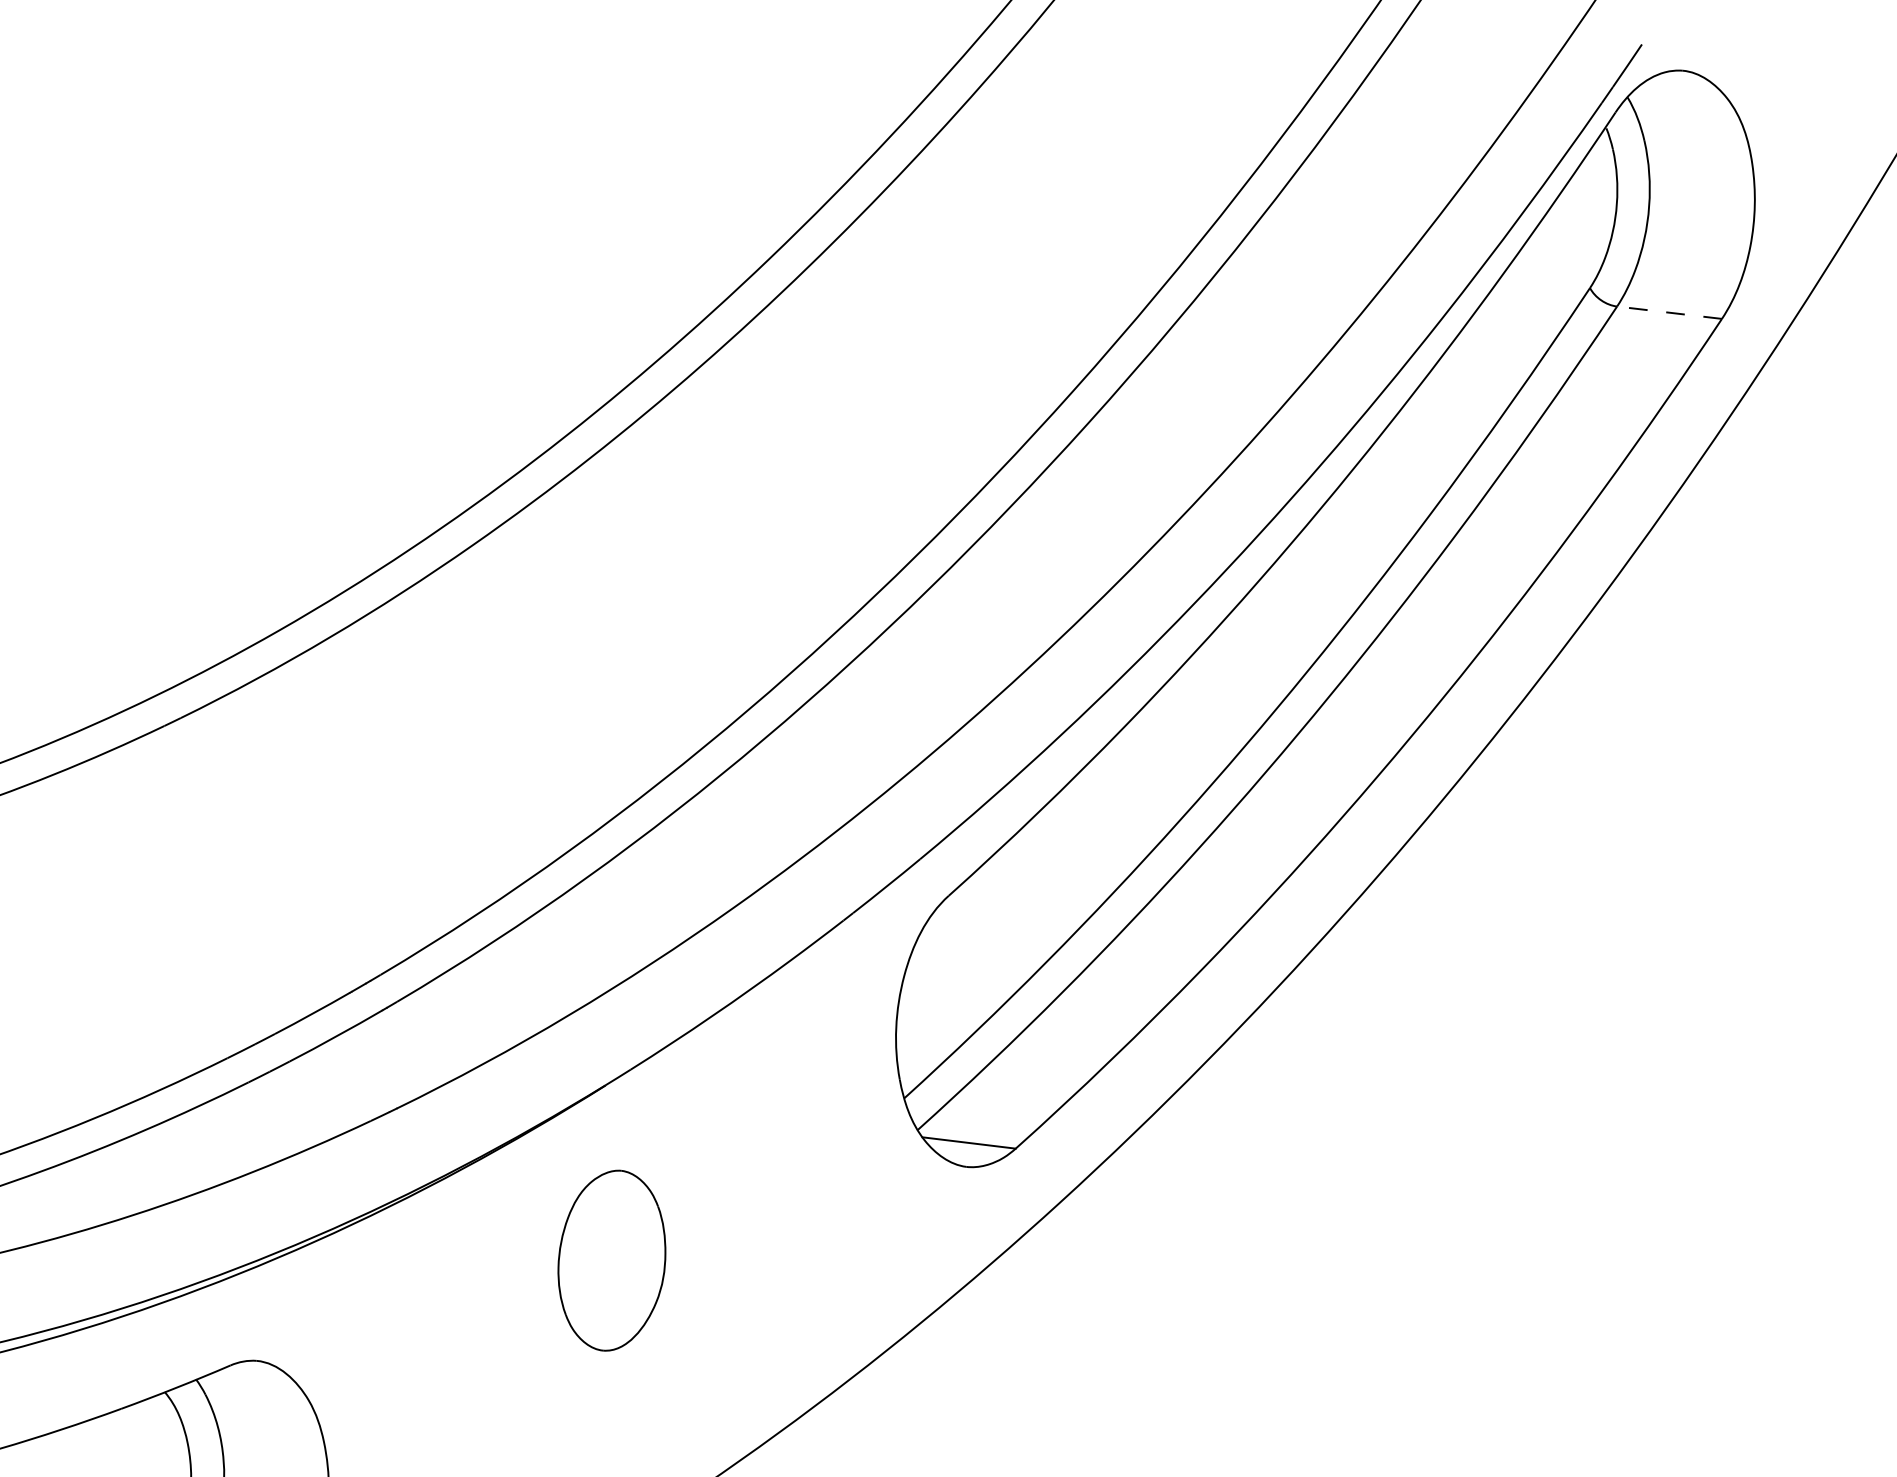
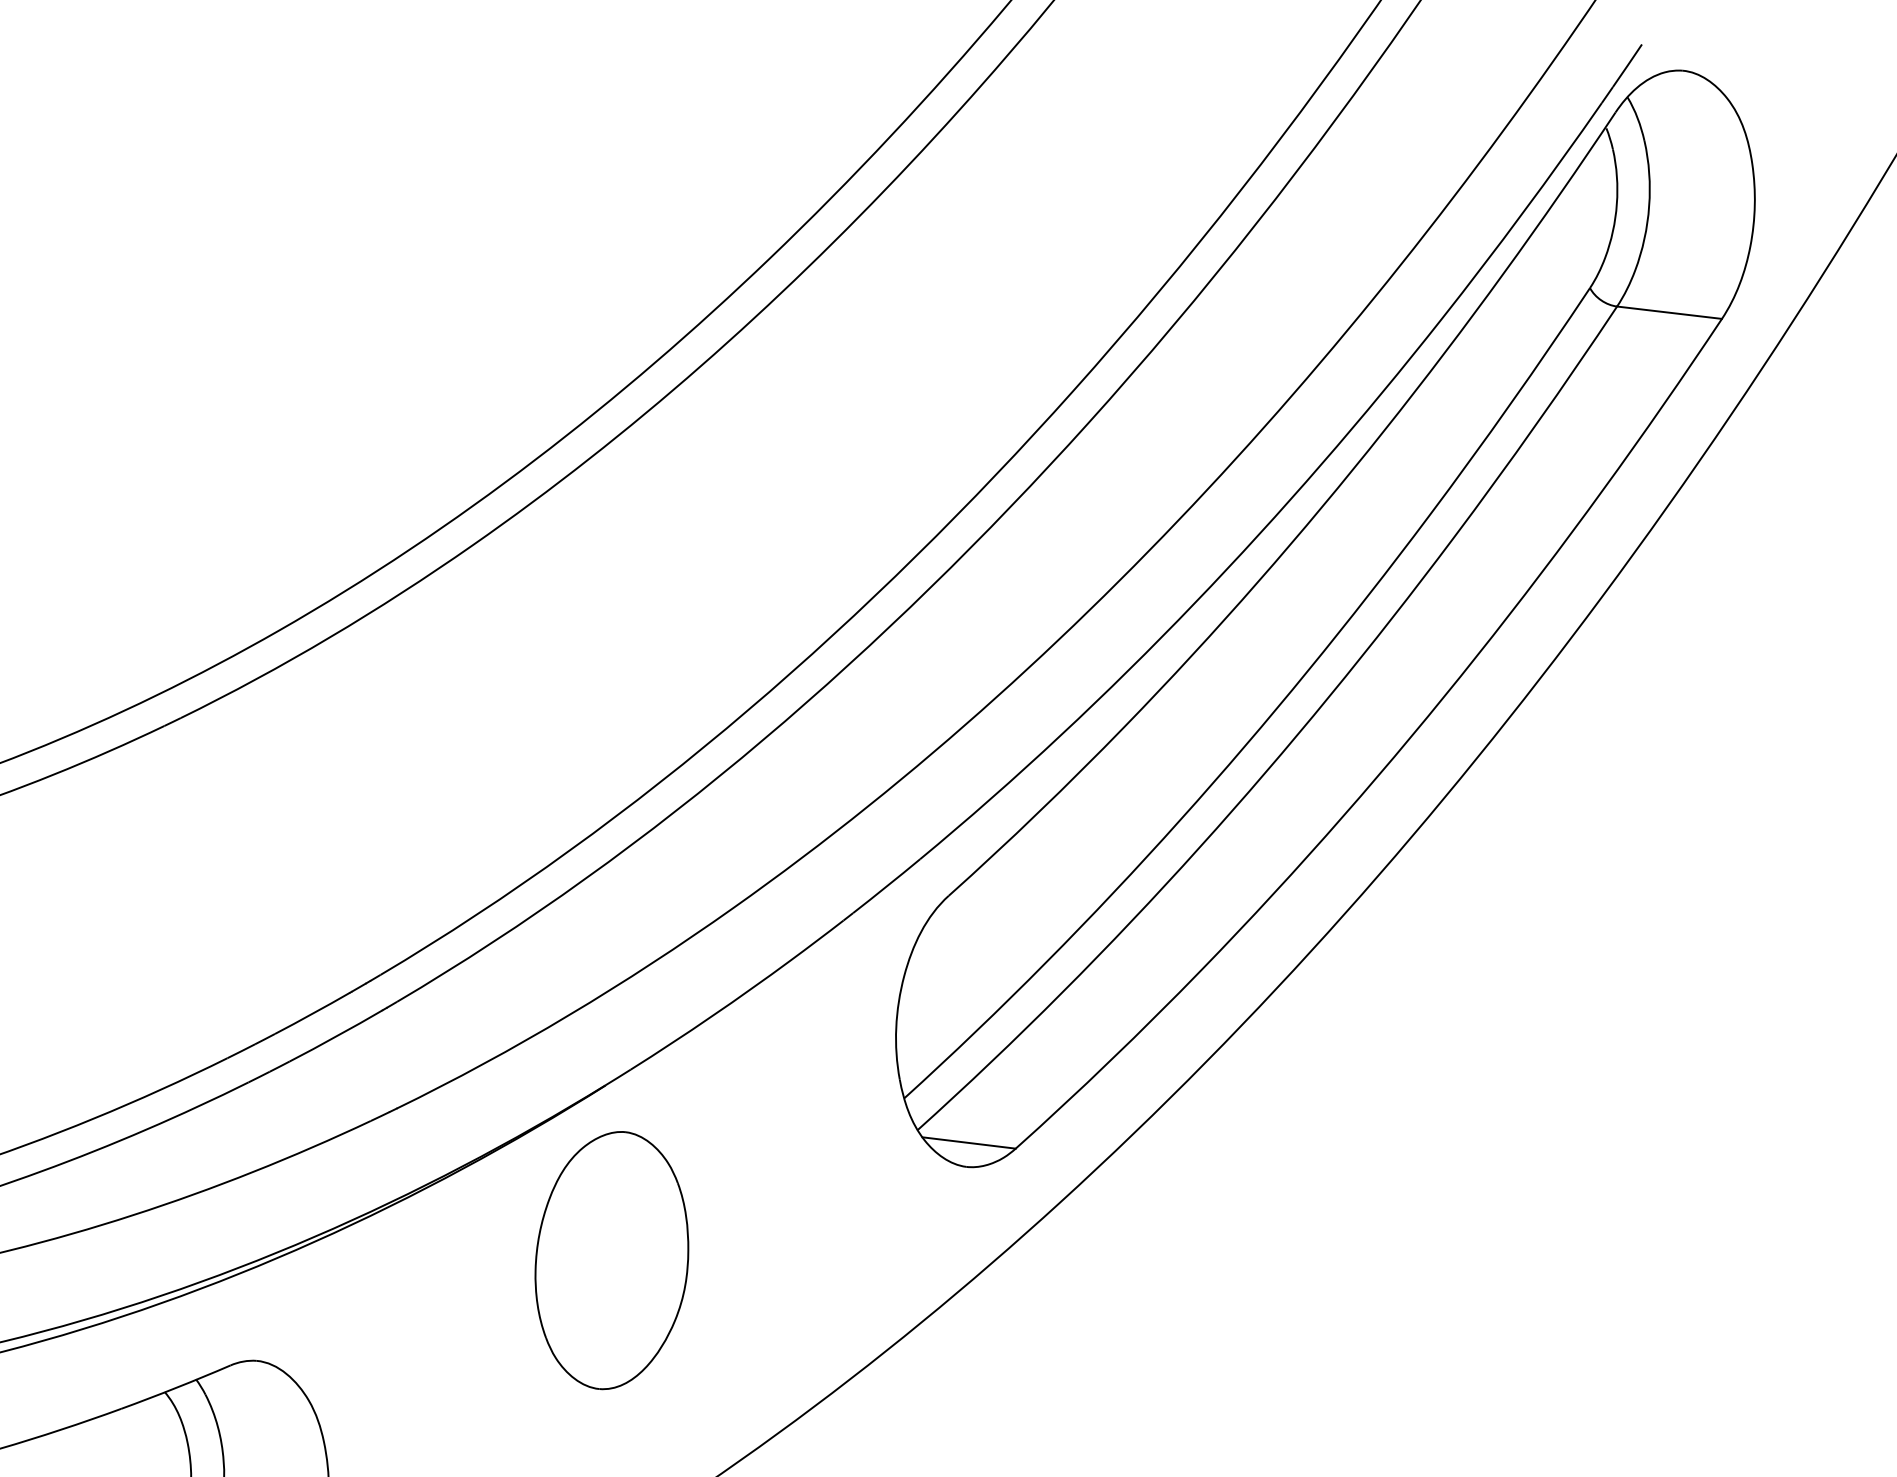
line at (1669, 312): dashed -> solid
part at (611, 1260) size: 110x183 px -> 156x260 px
